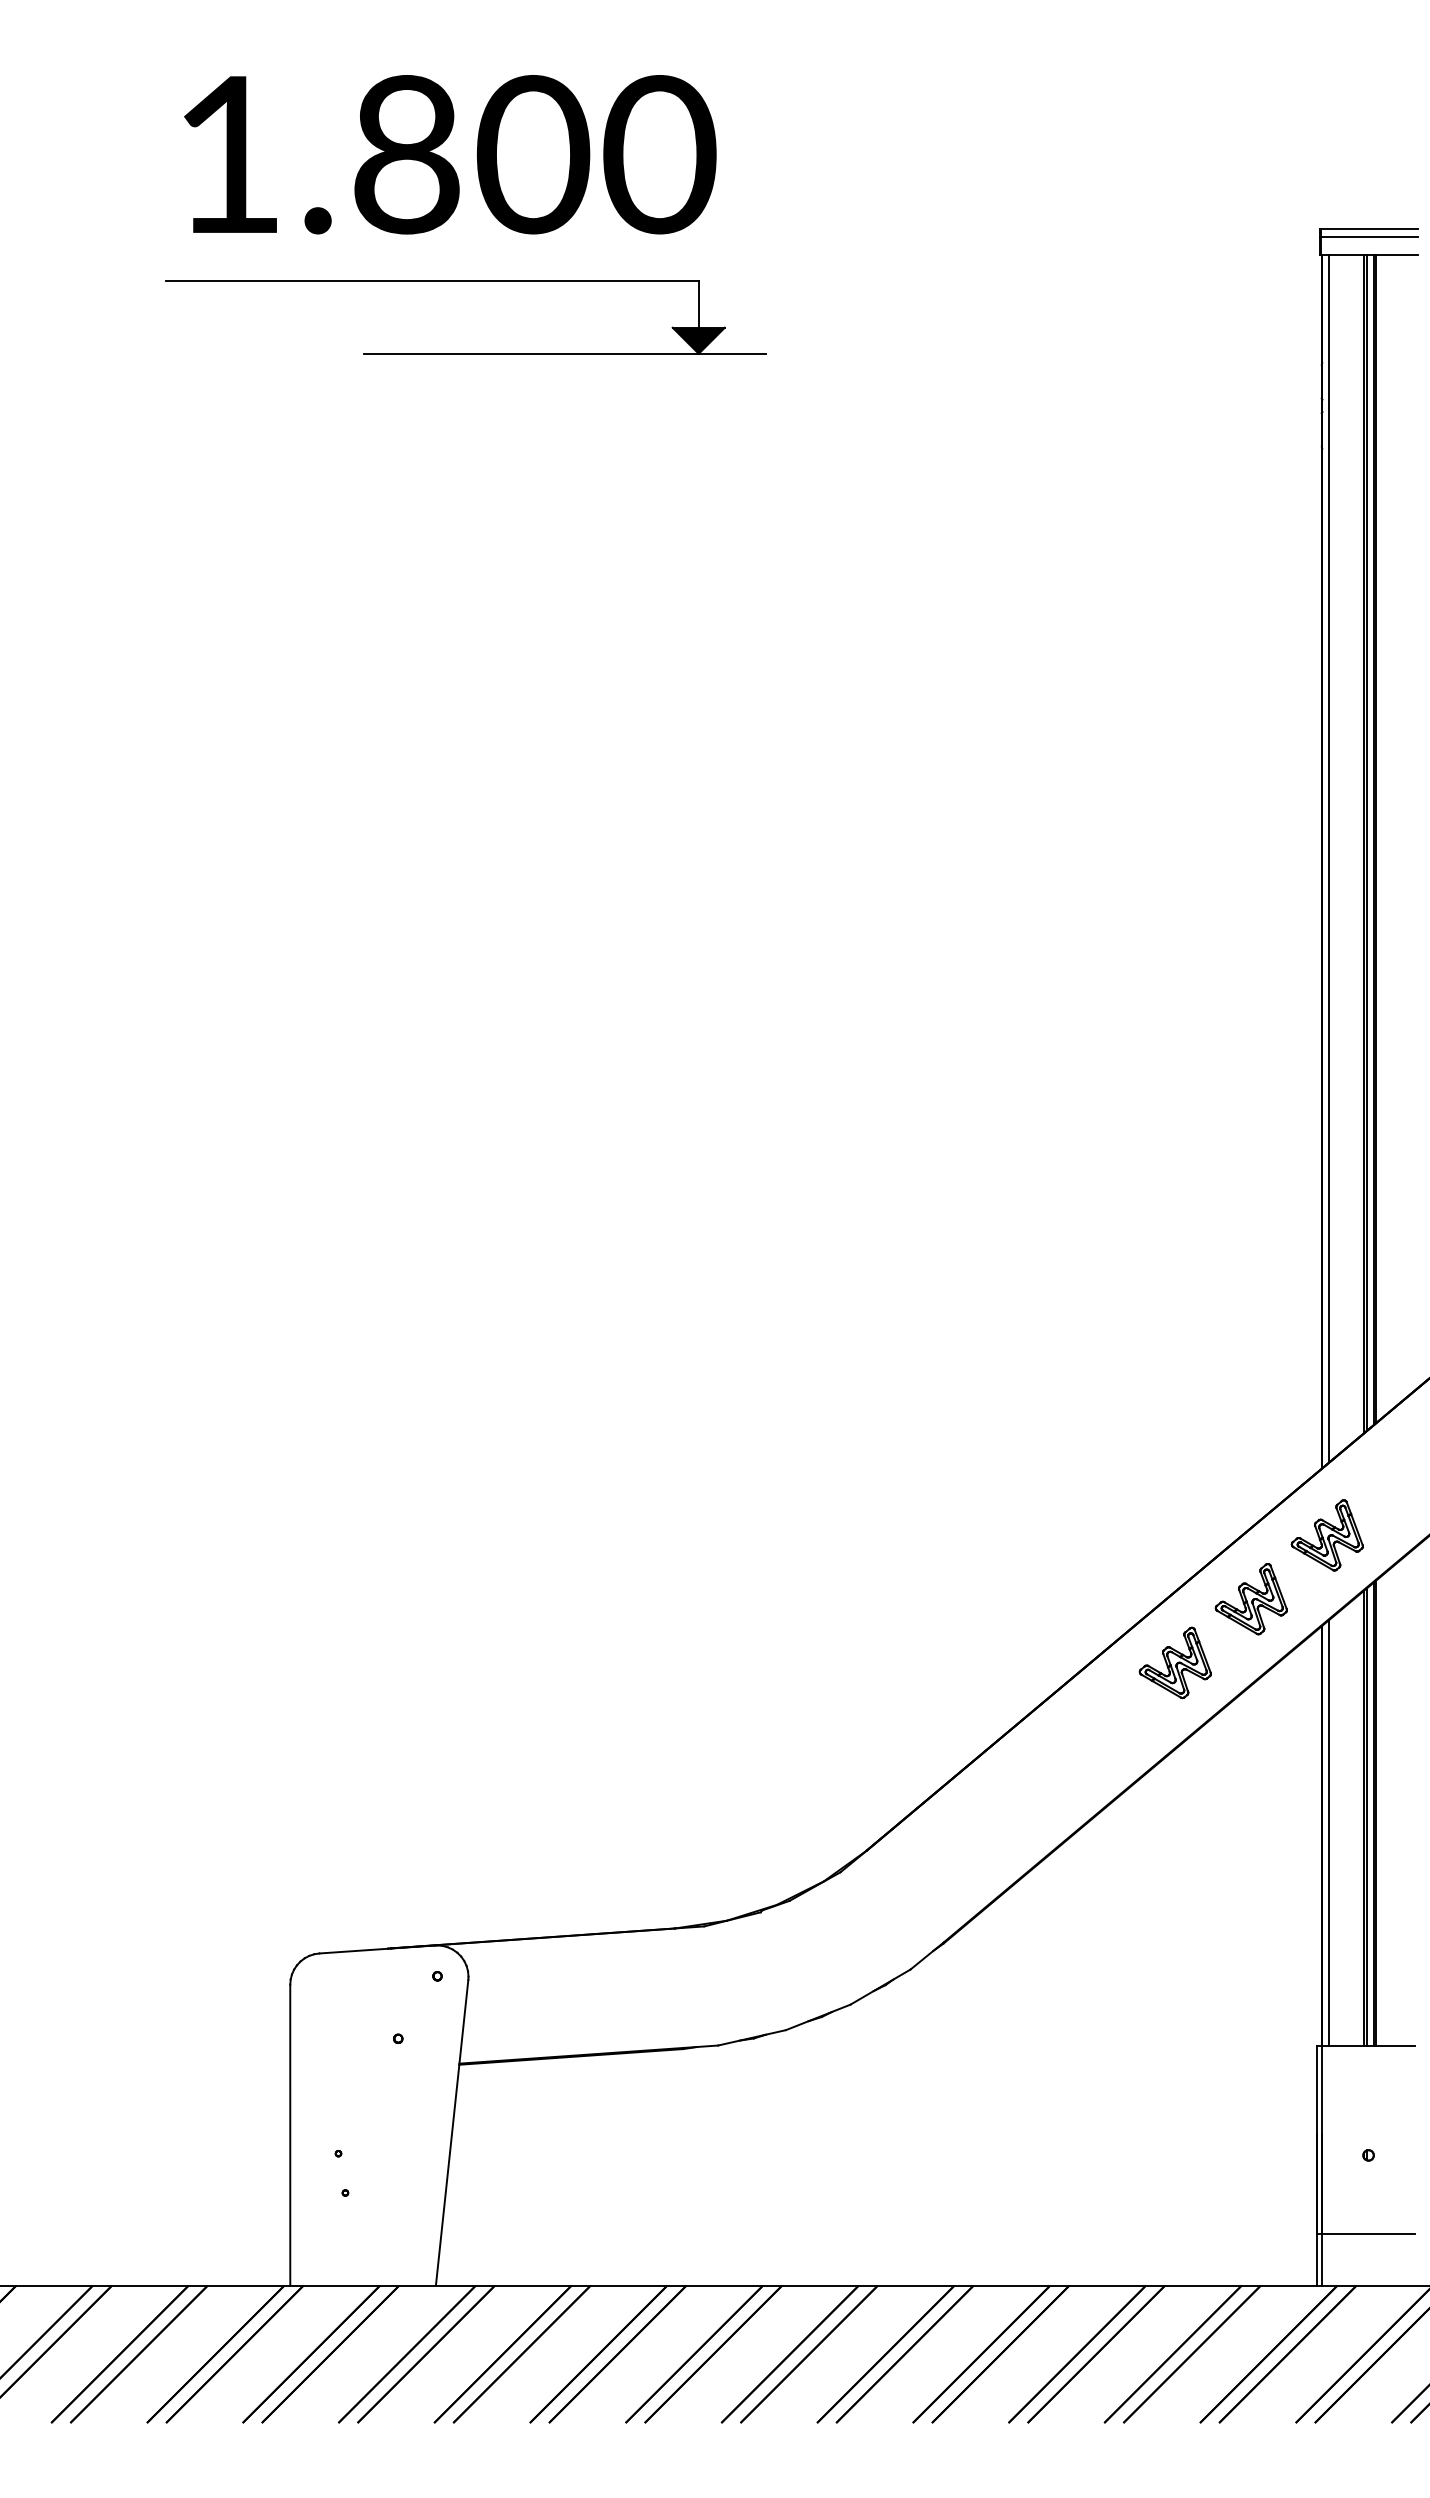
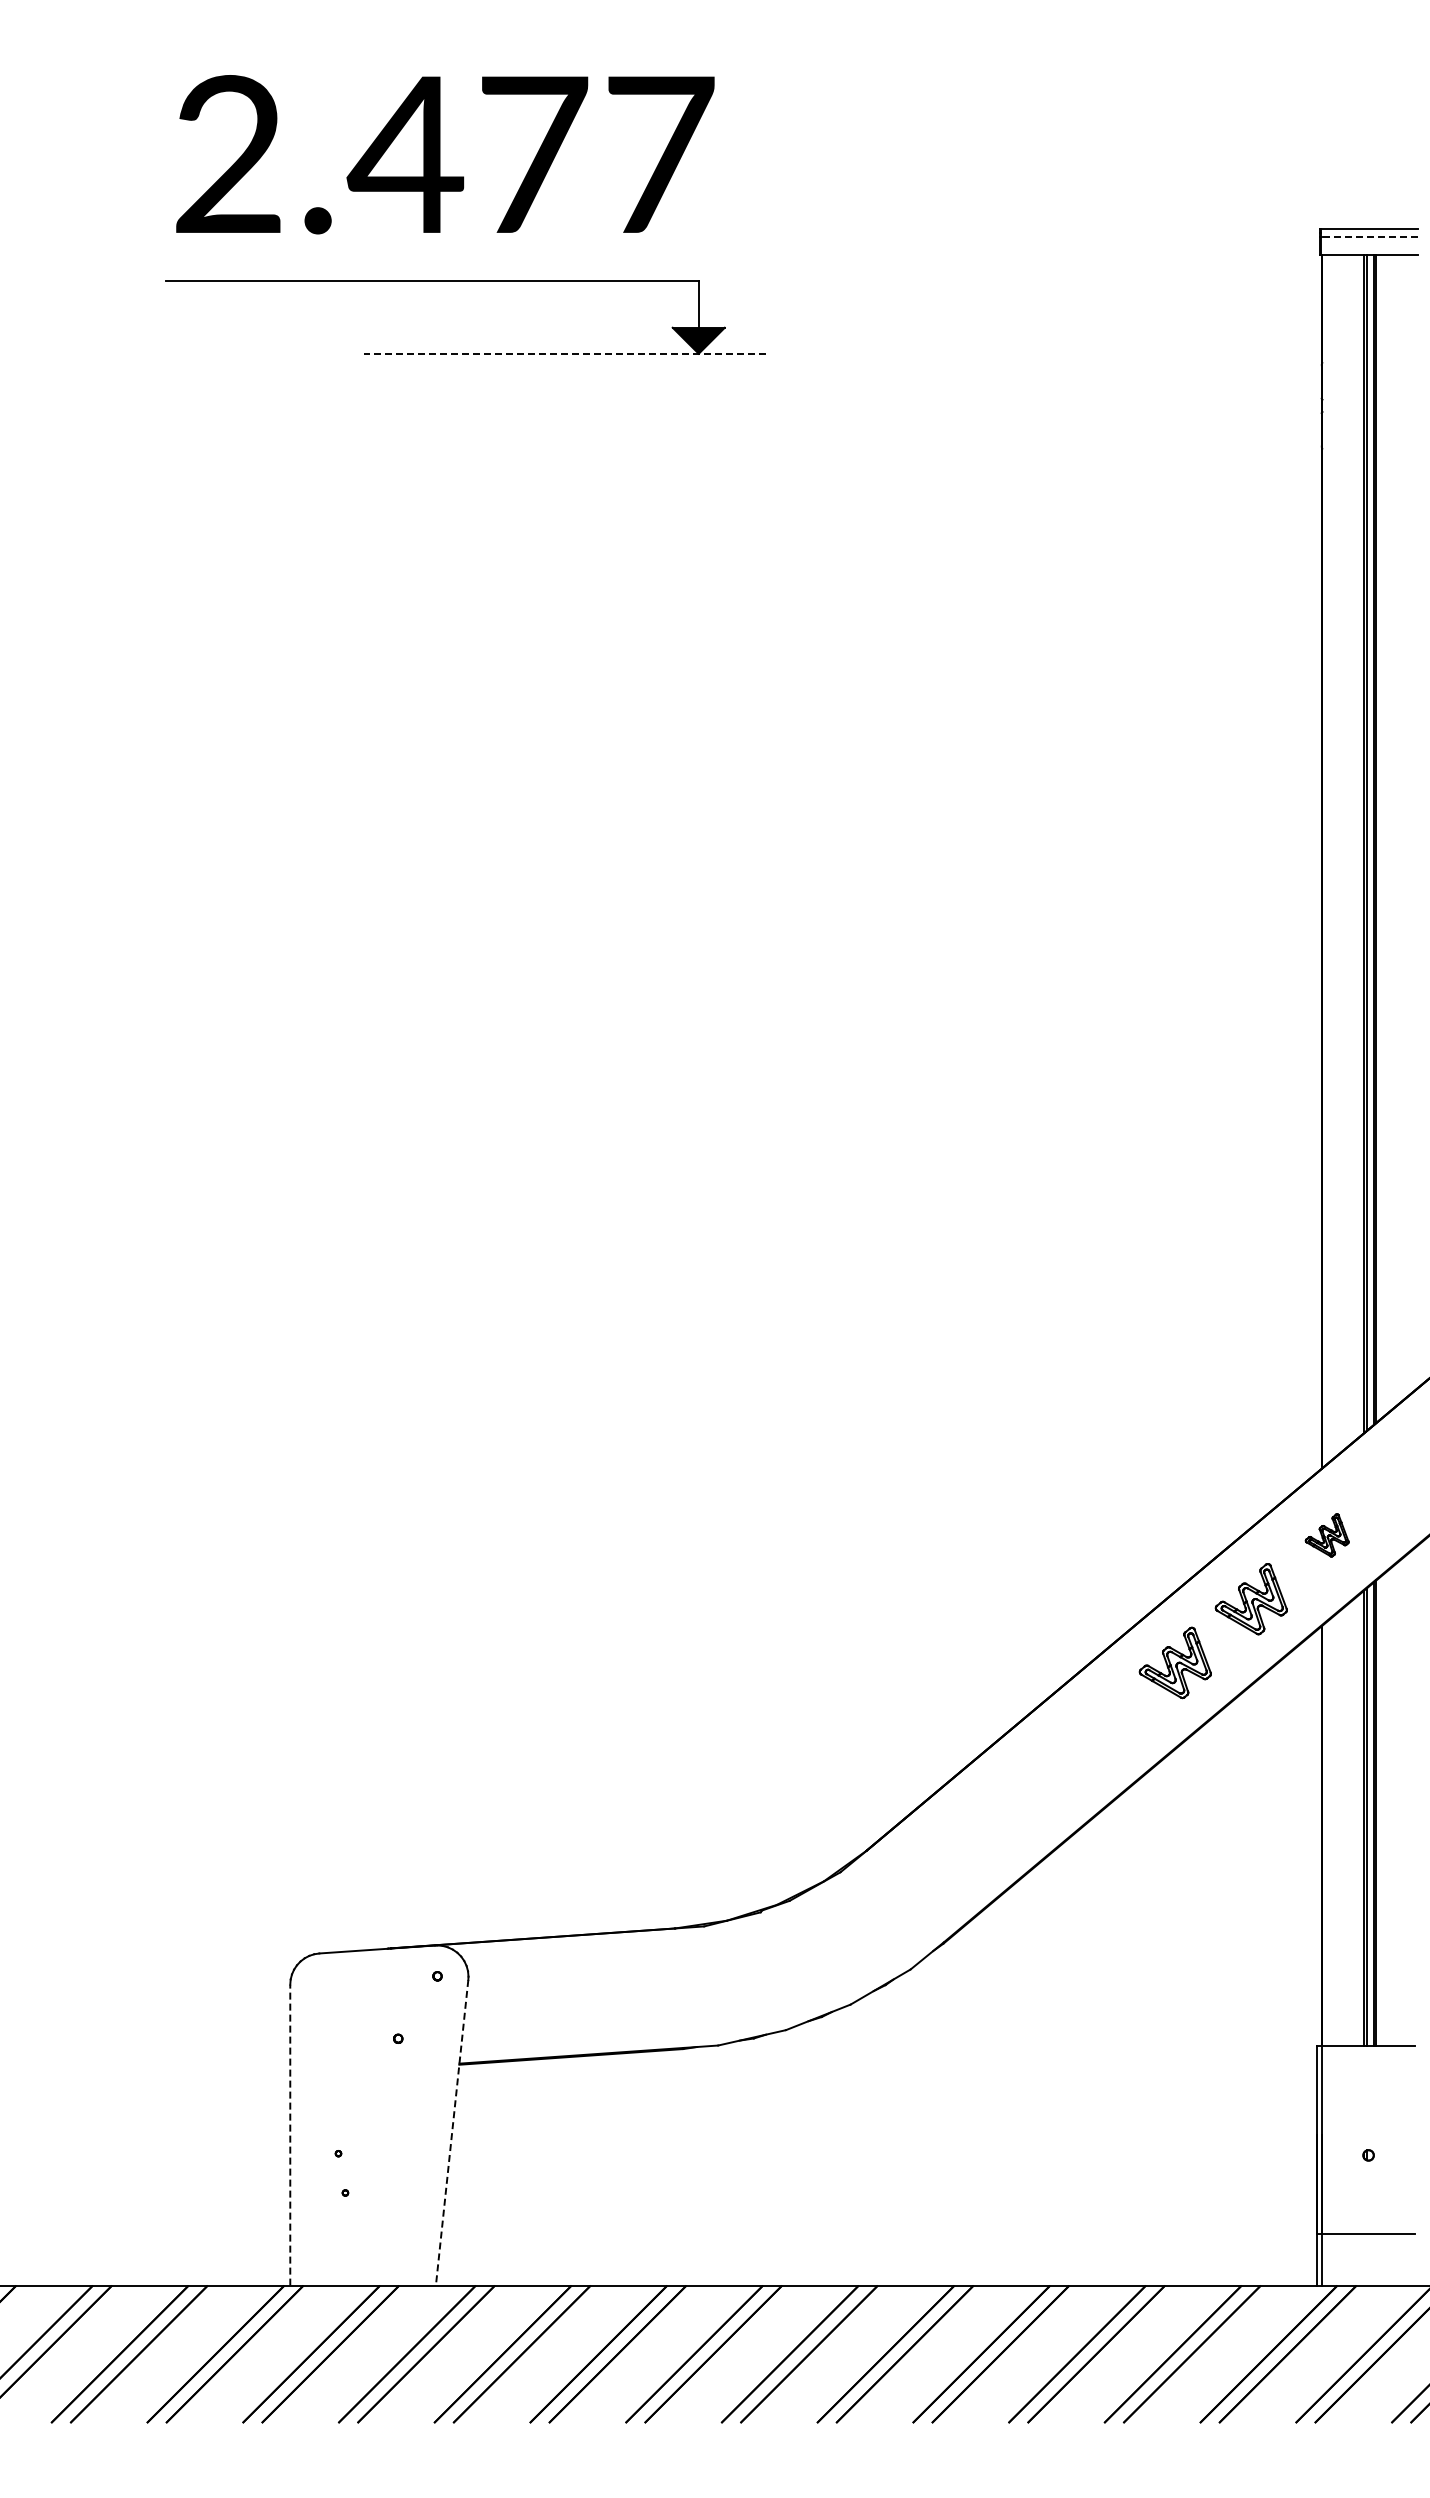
text at (446, 154): 1.800 -> 2.477
line at (1369, 237): solid -> dashed
line at (565, 353): solid -> dashed
line at (1328, 858): present -> none
part at (1326, 1535) size: 74x73 px -> 46x45 px
line at (1328, 1833): present -> none
line at (452, 2132): solid -> dashed
line at (290, 2134): solid -> dashed
